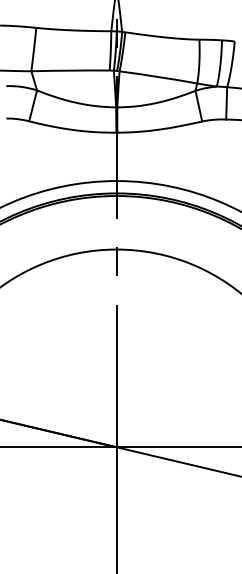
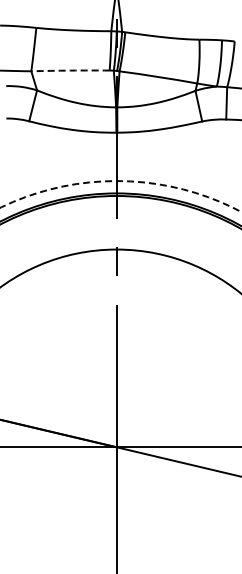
arc at (70, 70): solid -> dashed
circle at (120, 196): solid -> dashed
